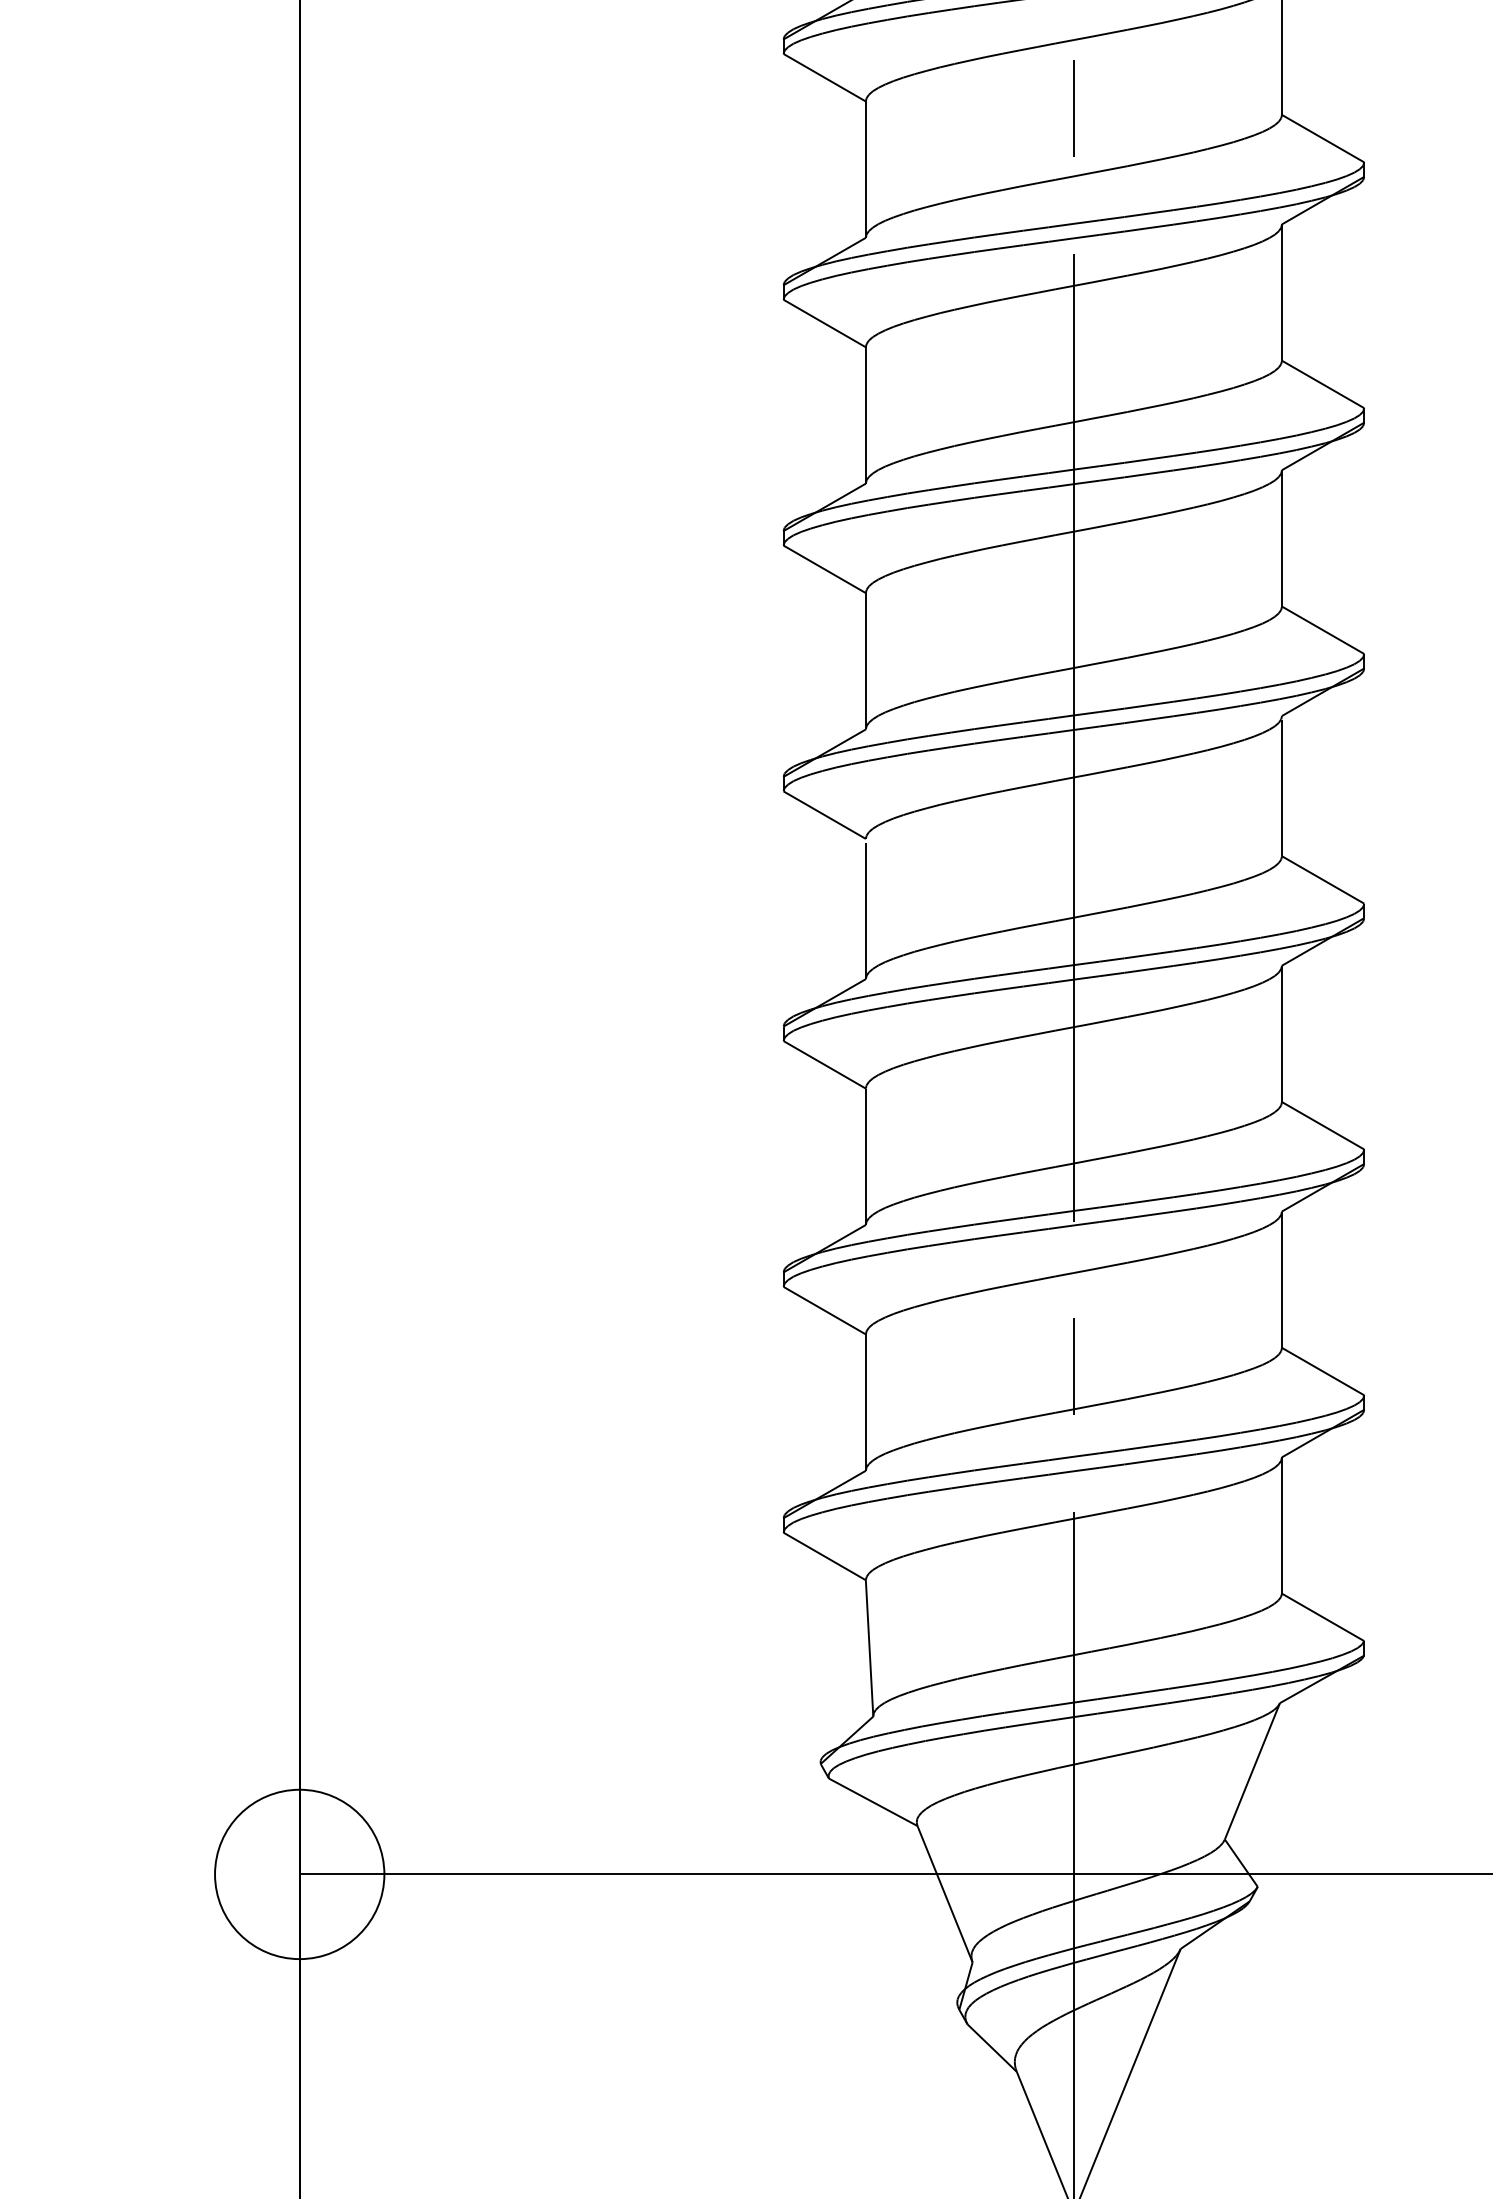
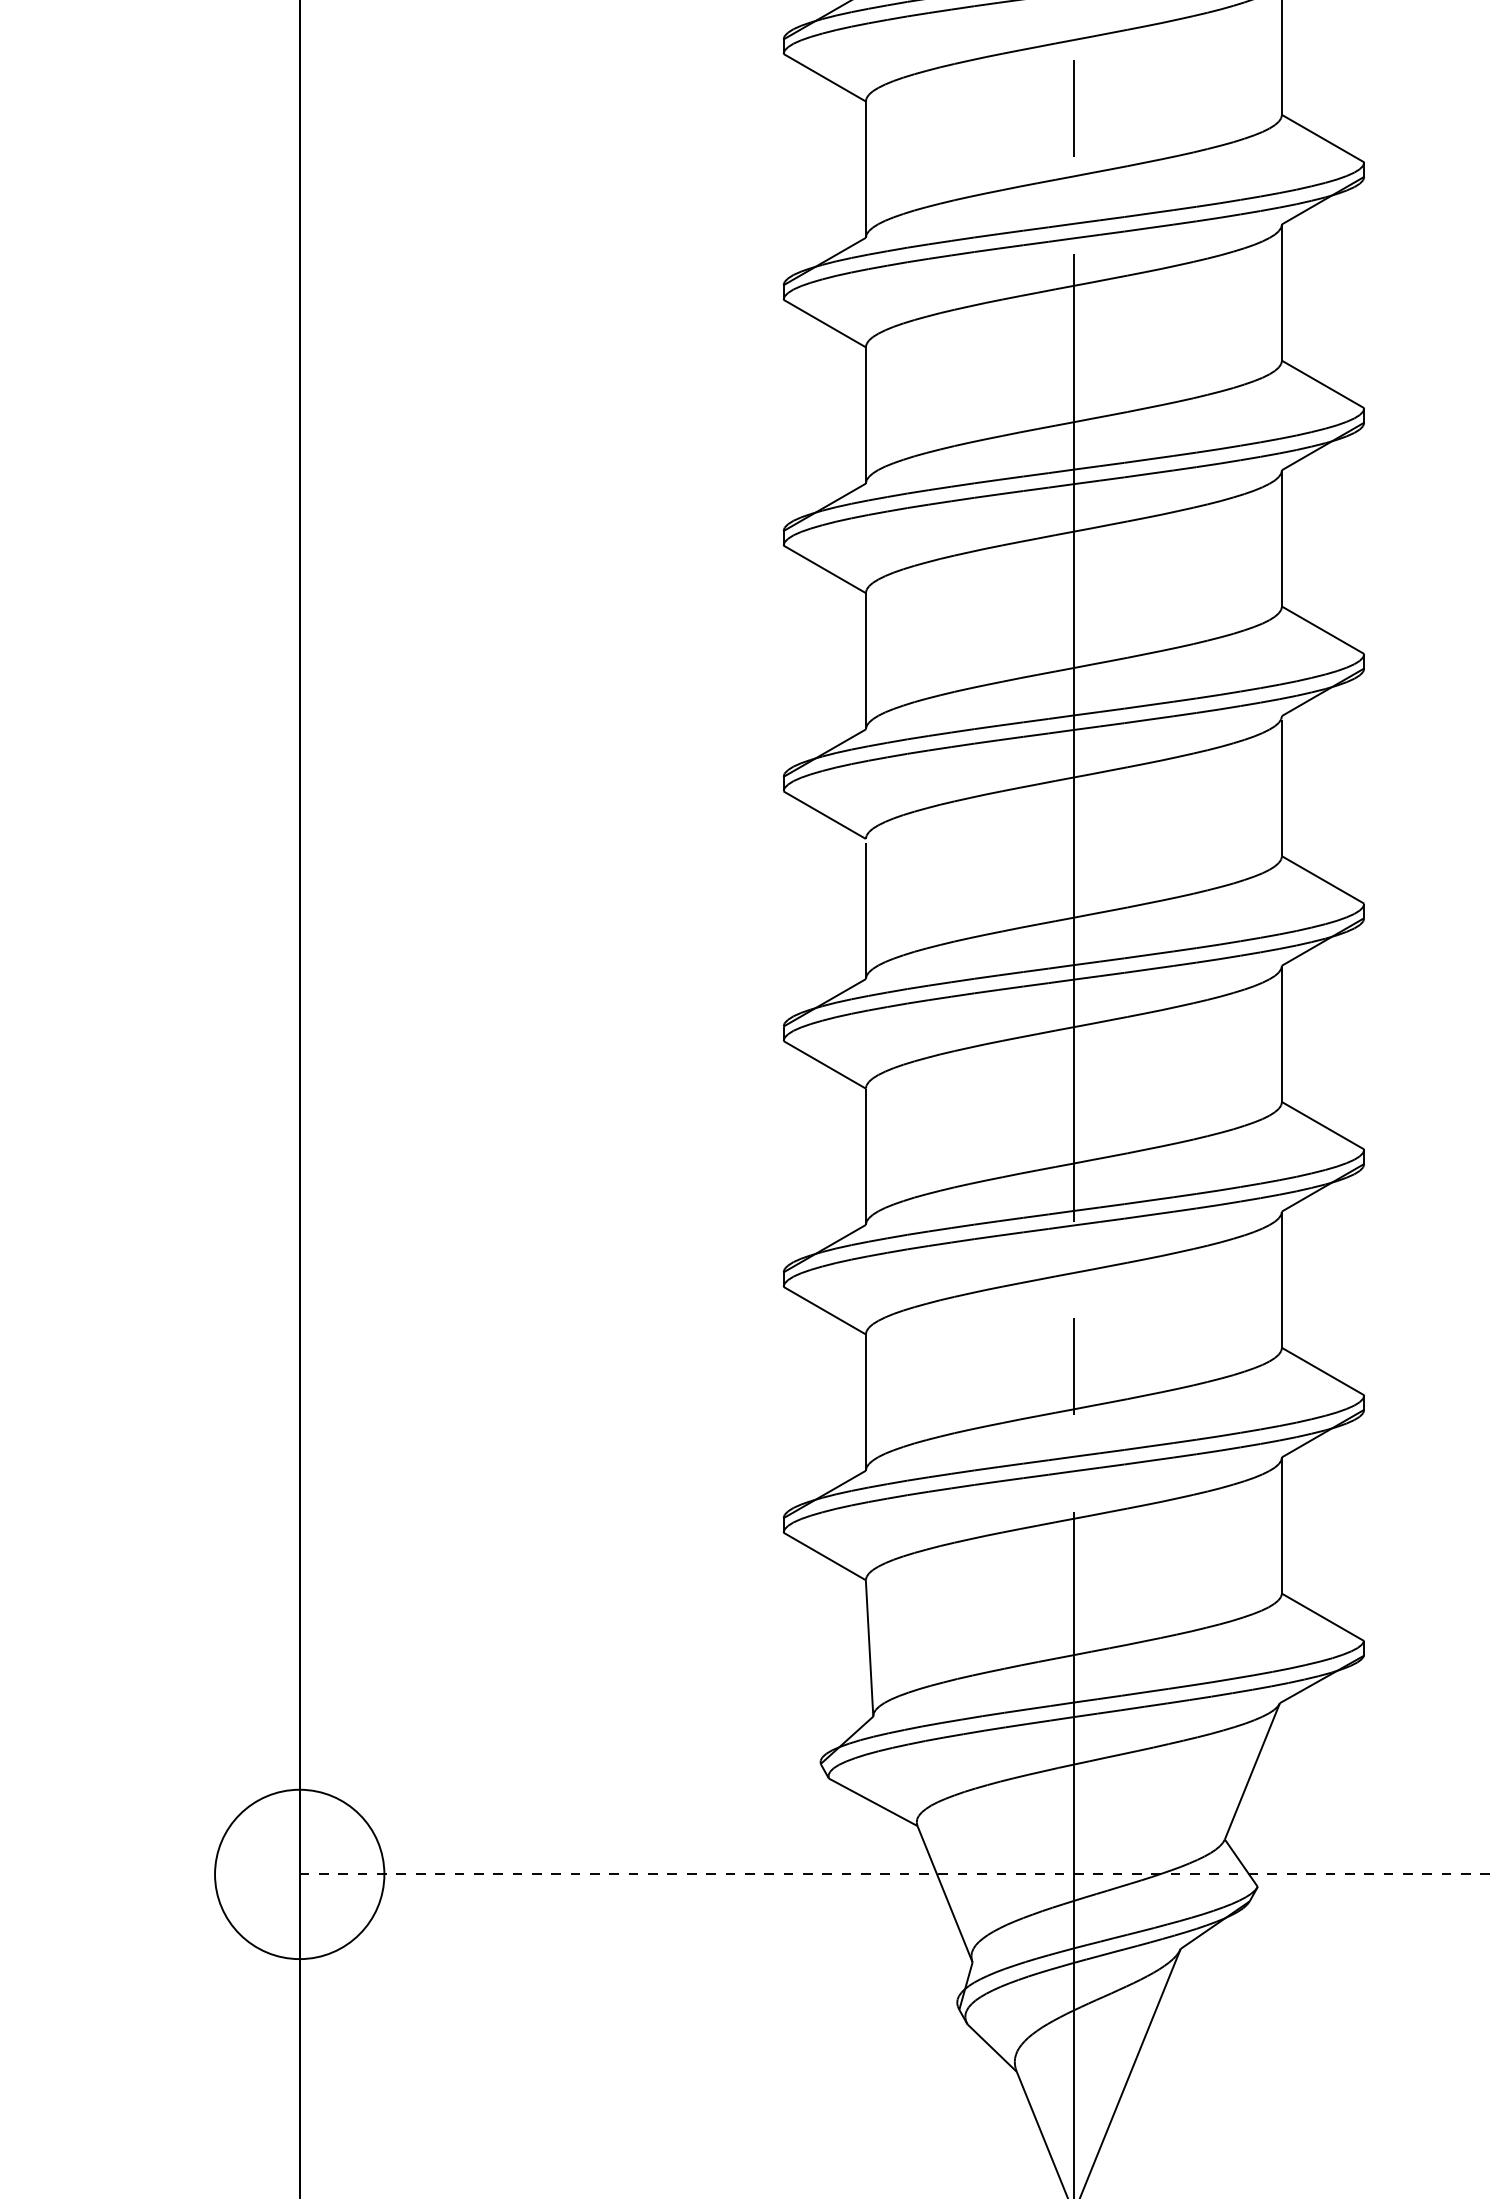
line at (895, 1874): solid -> dashed
